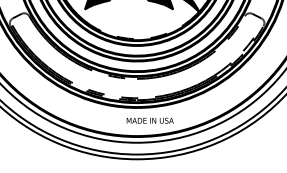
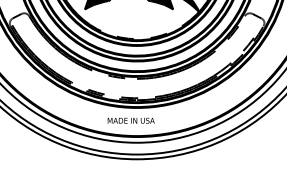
text at (149, 120) position: (149, 120) -> (130, 120)
